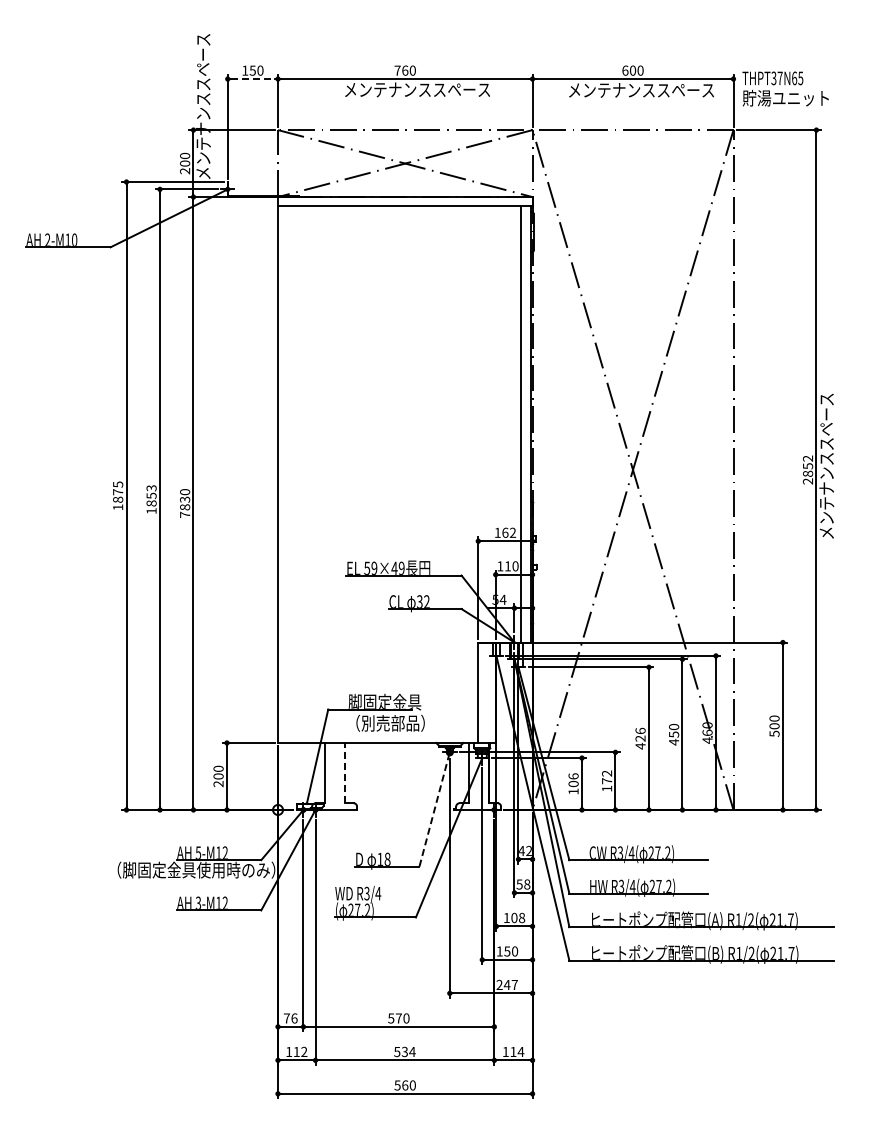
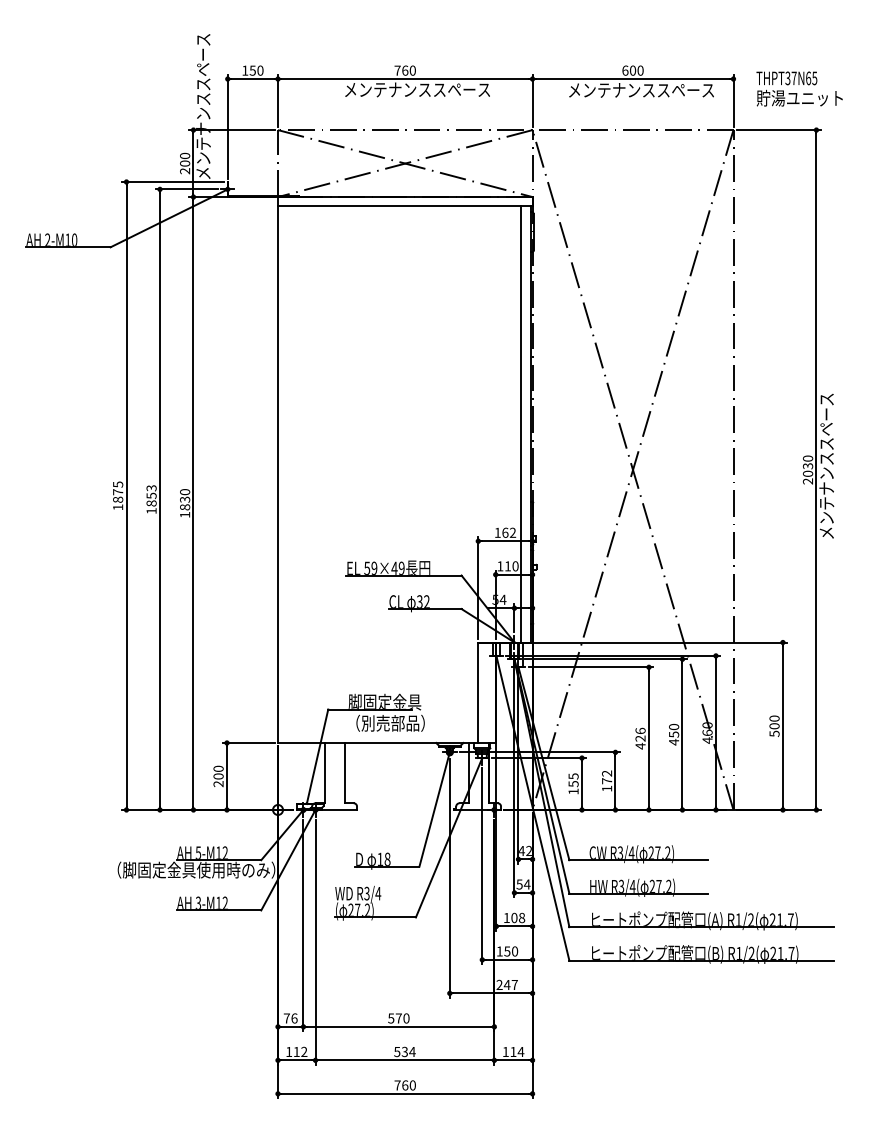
line at (252, 79): dashed -> solid
text at (785, 88) position: (785, 88) -> (799, 88)
text at (807, 465): 2852 -> 2030
text at (185, 514): 7830 -> 1830
line at (345, 772): dashed -> solid
text at (573, 780): 106 -> 155
line at (434, 808): dashed -> solid
text at (526, 884): 58 -> 54
text at (397, 1085): 560 -> 760
